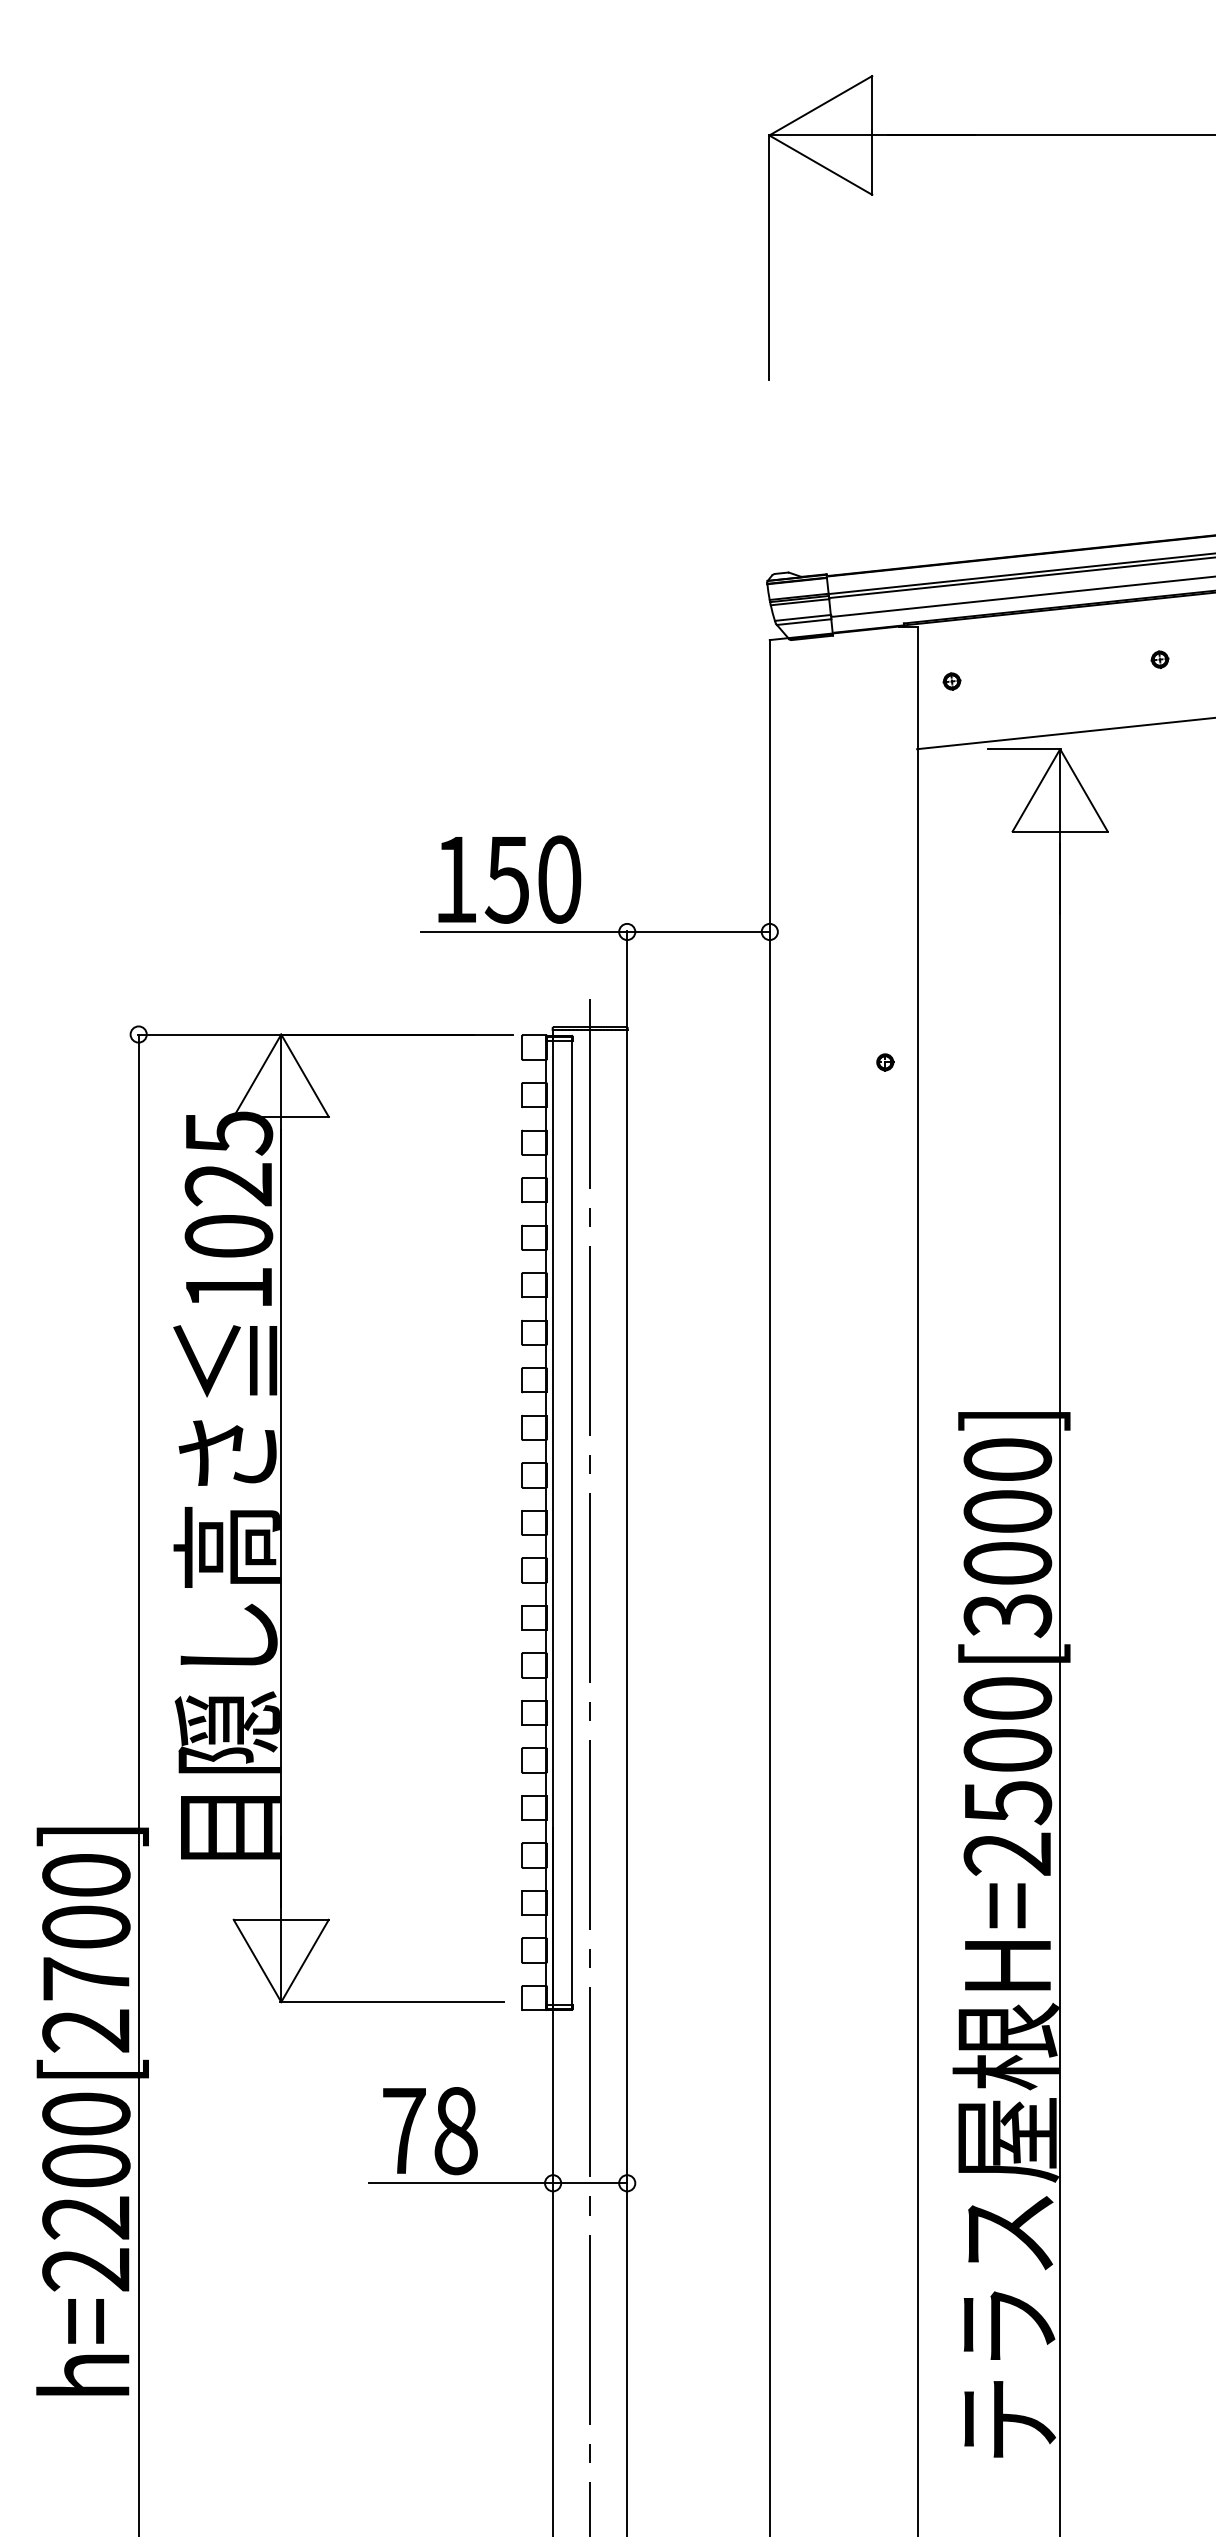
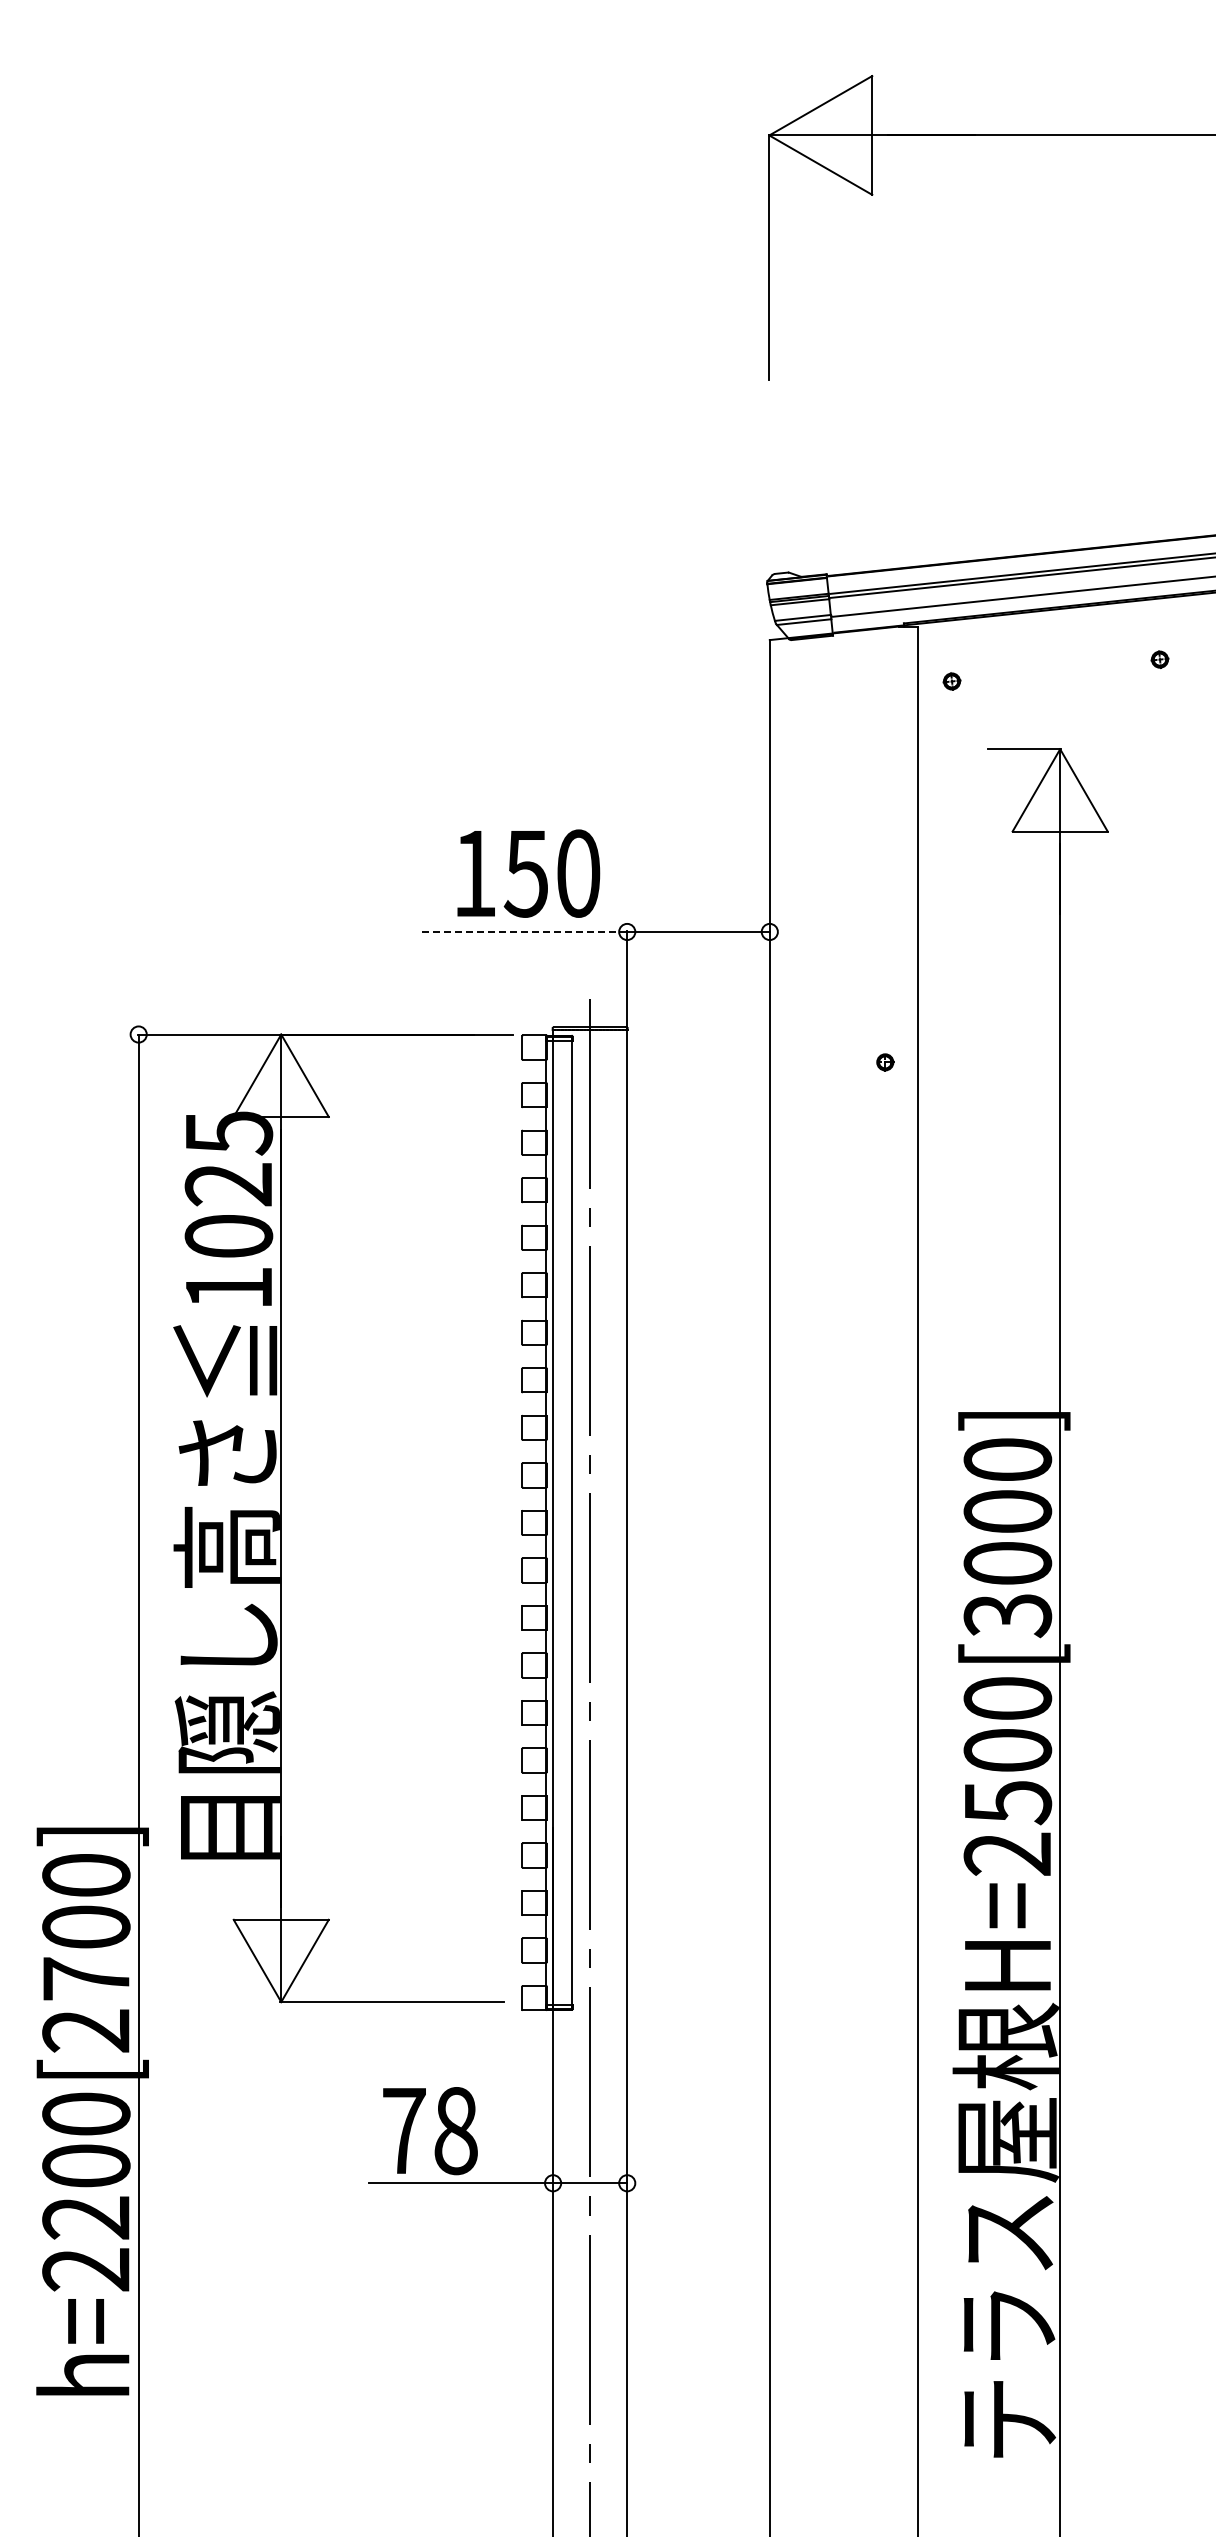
line at (1064, 733): present -> none
text at (509, 879) position: (509, 879) -> (528, 873)
line at (523, 931): solid -> dashed
